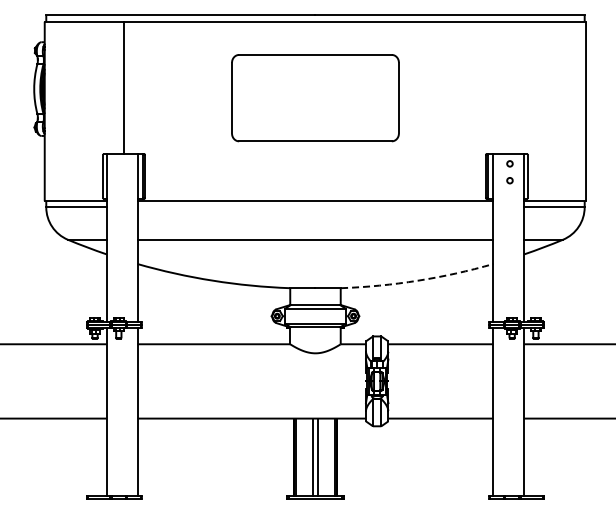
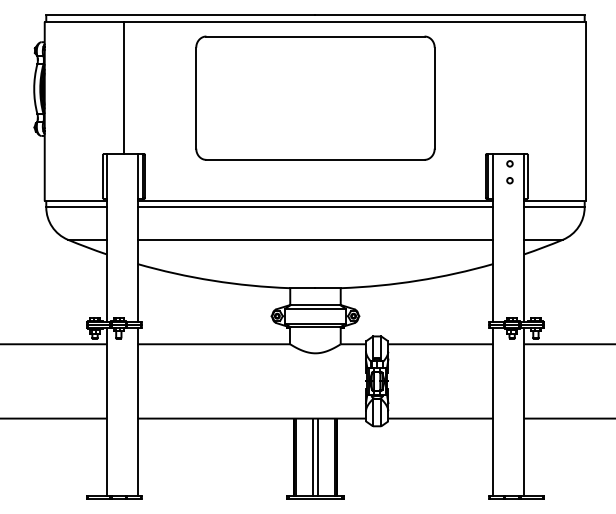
part at (315, 98) size: 169x89 px -> 241x126 px
line at (315, 207): none -> present
arc at (417, 280): dashed -> solid
